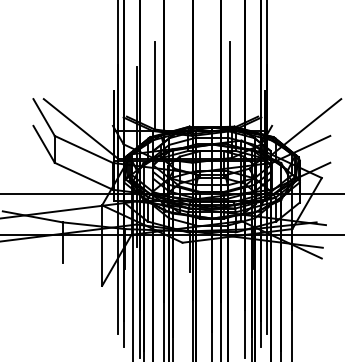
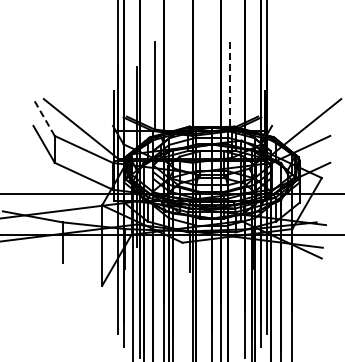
line at (230, 85): solid -> dashed
line at (43, 117): solid -> dashed
